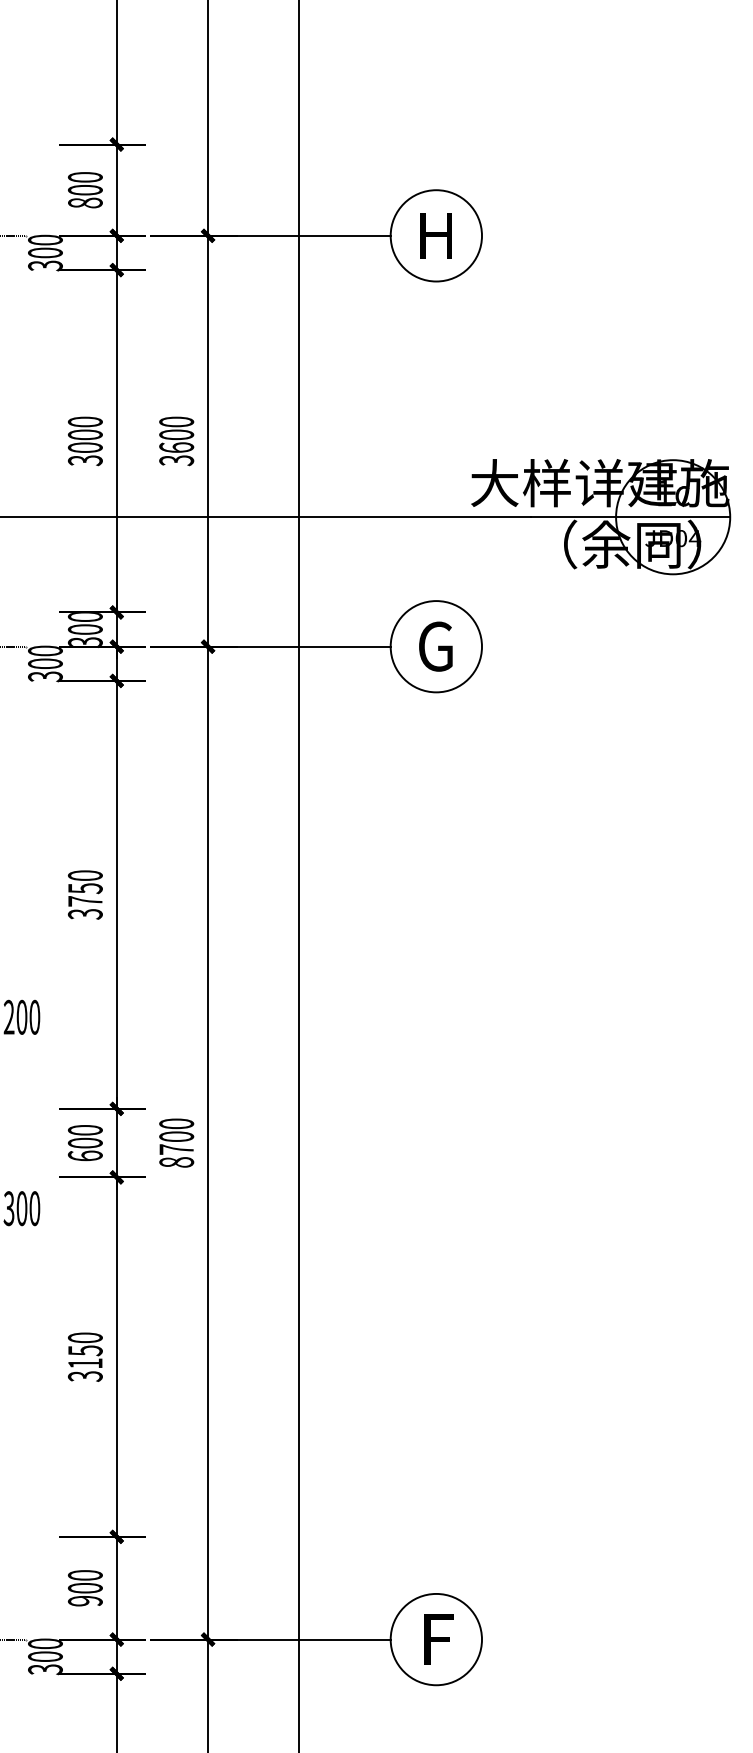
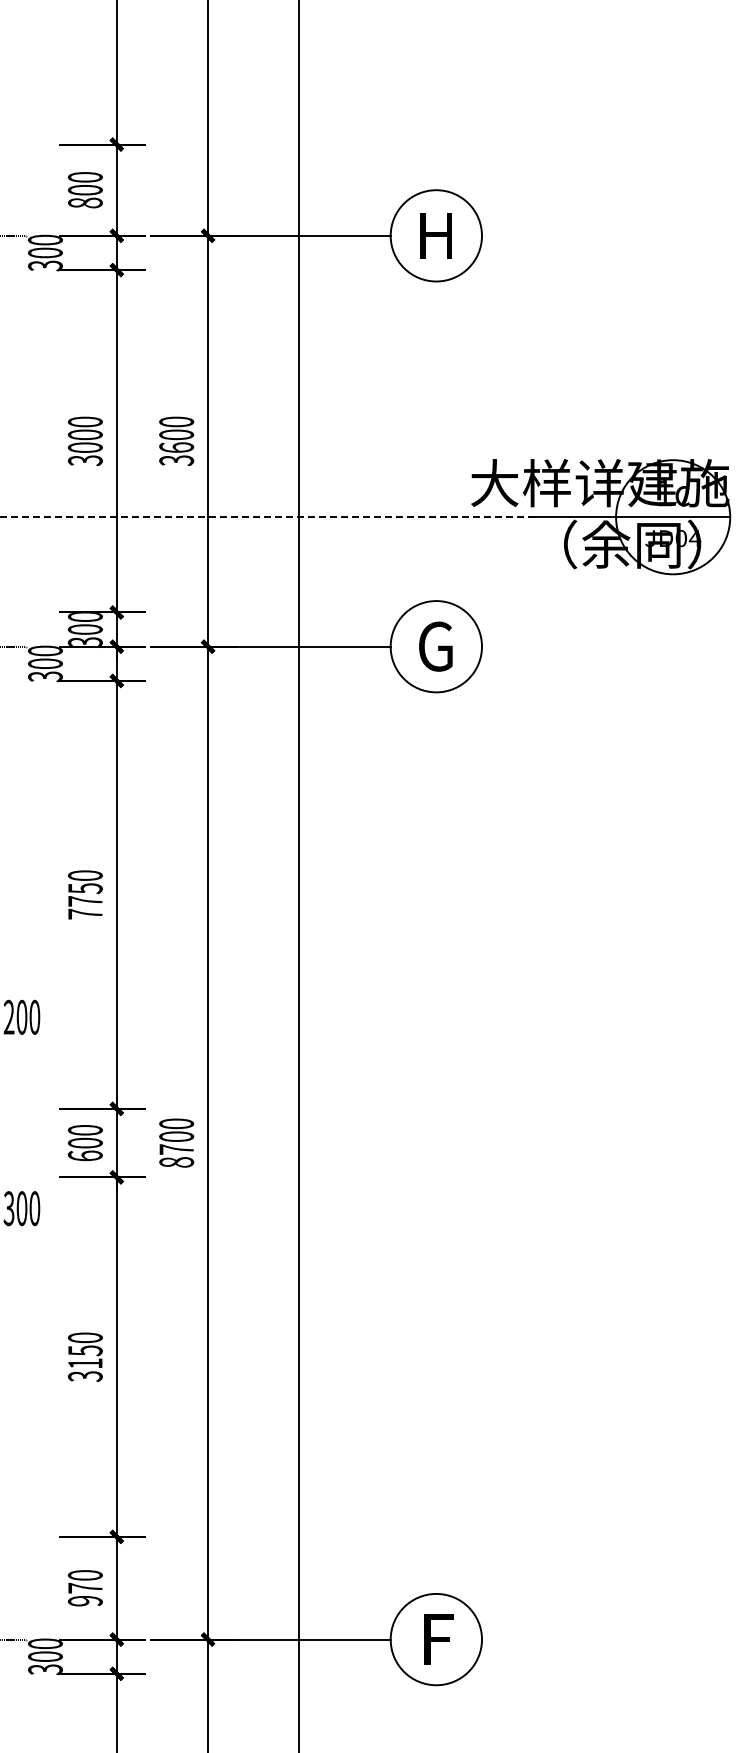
line at (266, 517): solid -> dashed
text at (84, 913): 3750 -> 7750
text at (84, 1588): 900 -> 970
